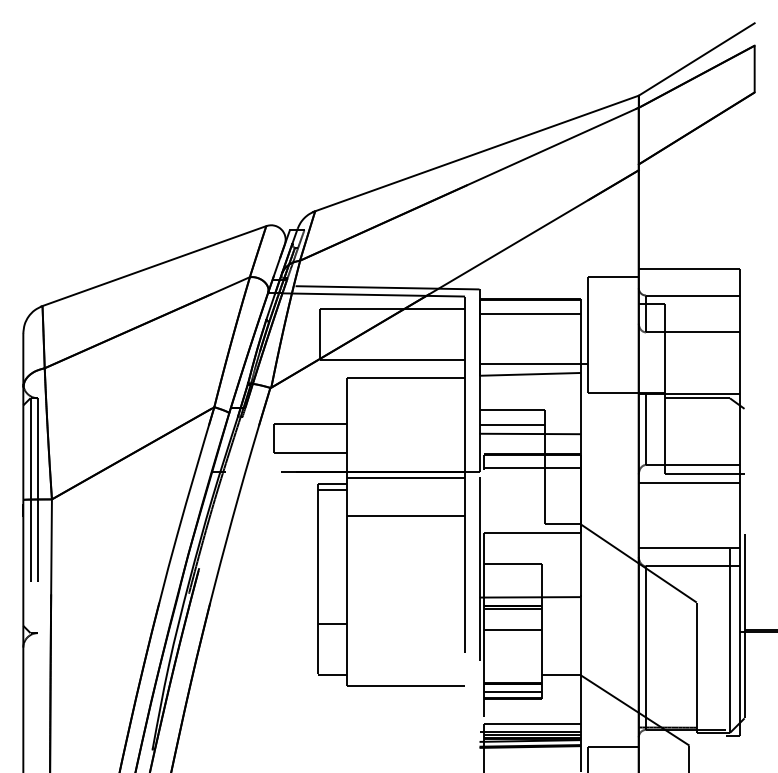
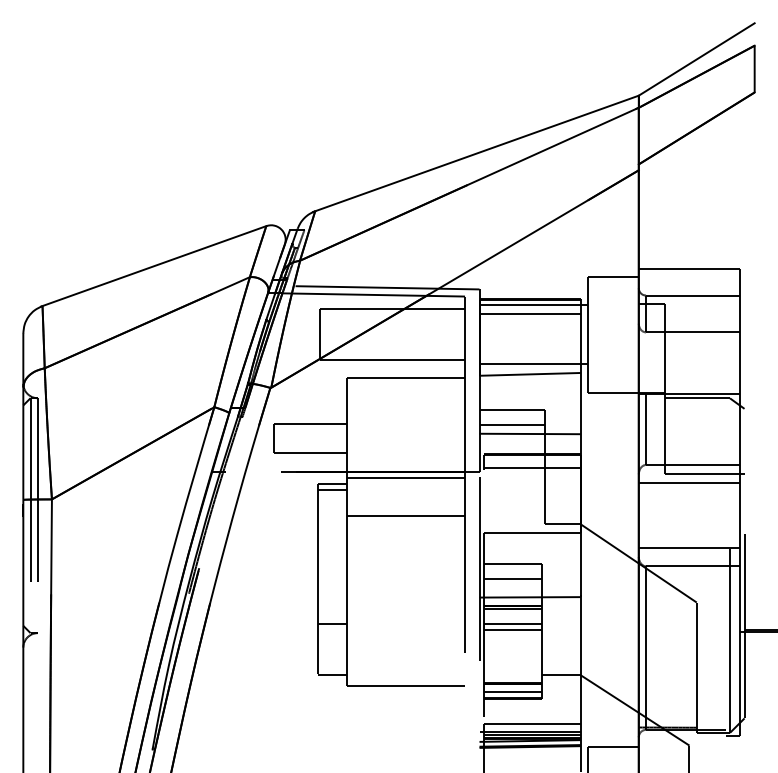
line at (533, 304): none -> present
line at (512, 578): none -> present
line at (512, 623): none -> present
